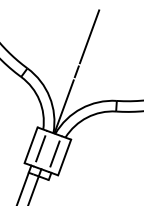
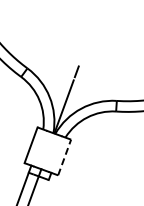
line at (89, 36): present -> none
line at (40, 148): present -> none
line at (54, 153): present -> none
line at (64, 157): solid -> dashed
